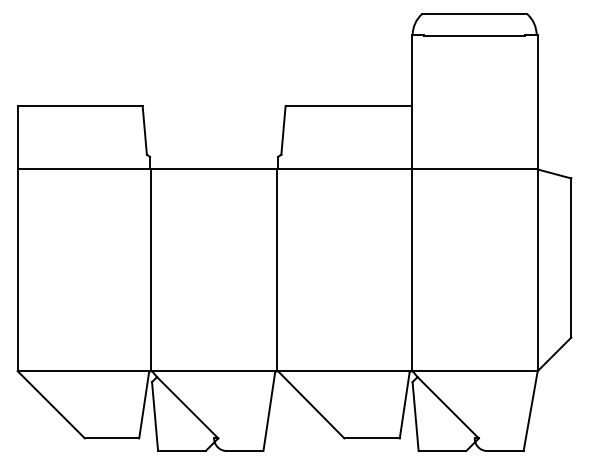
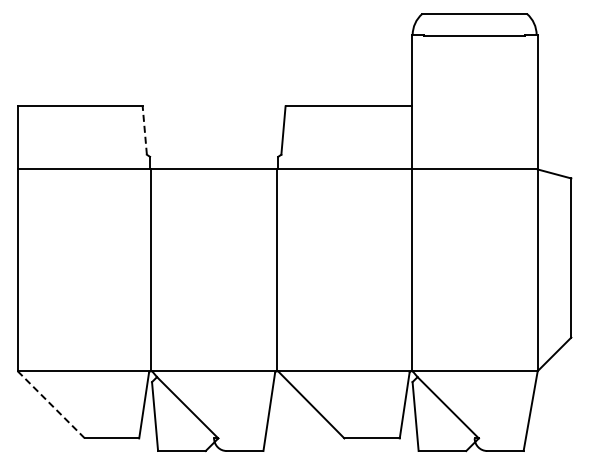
line at (144, 130): solid -> dashed
line at (51, 404): solid -> dashed
